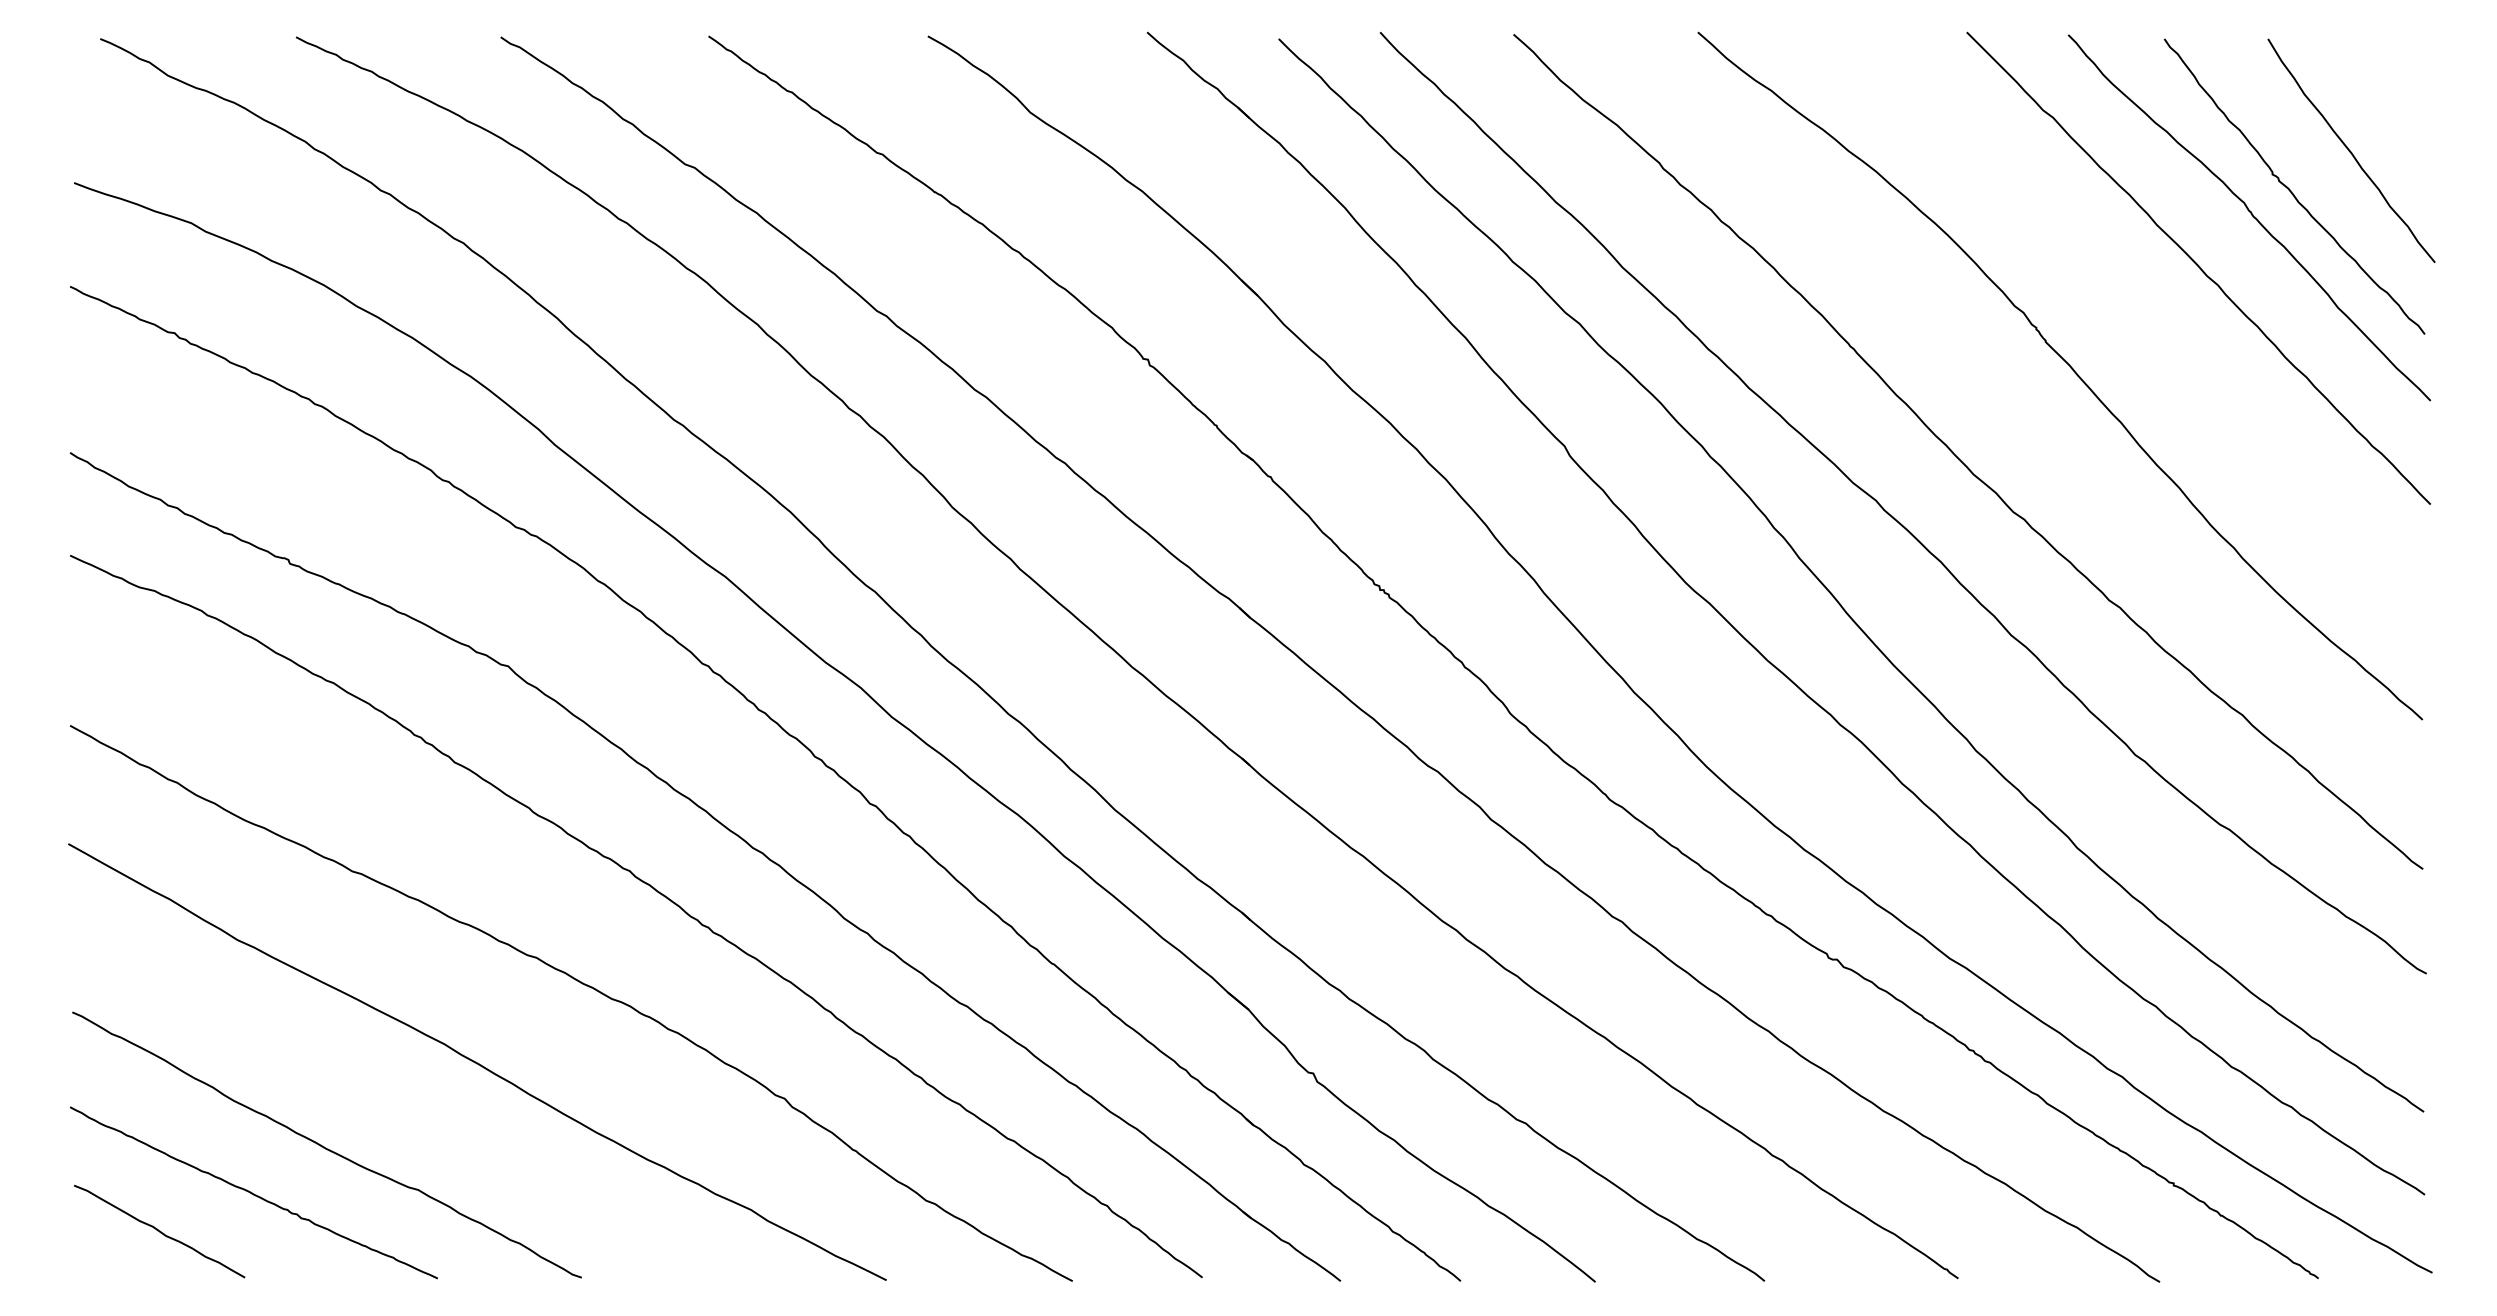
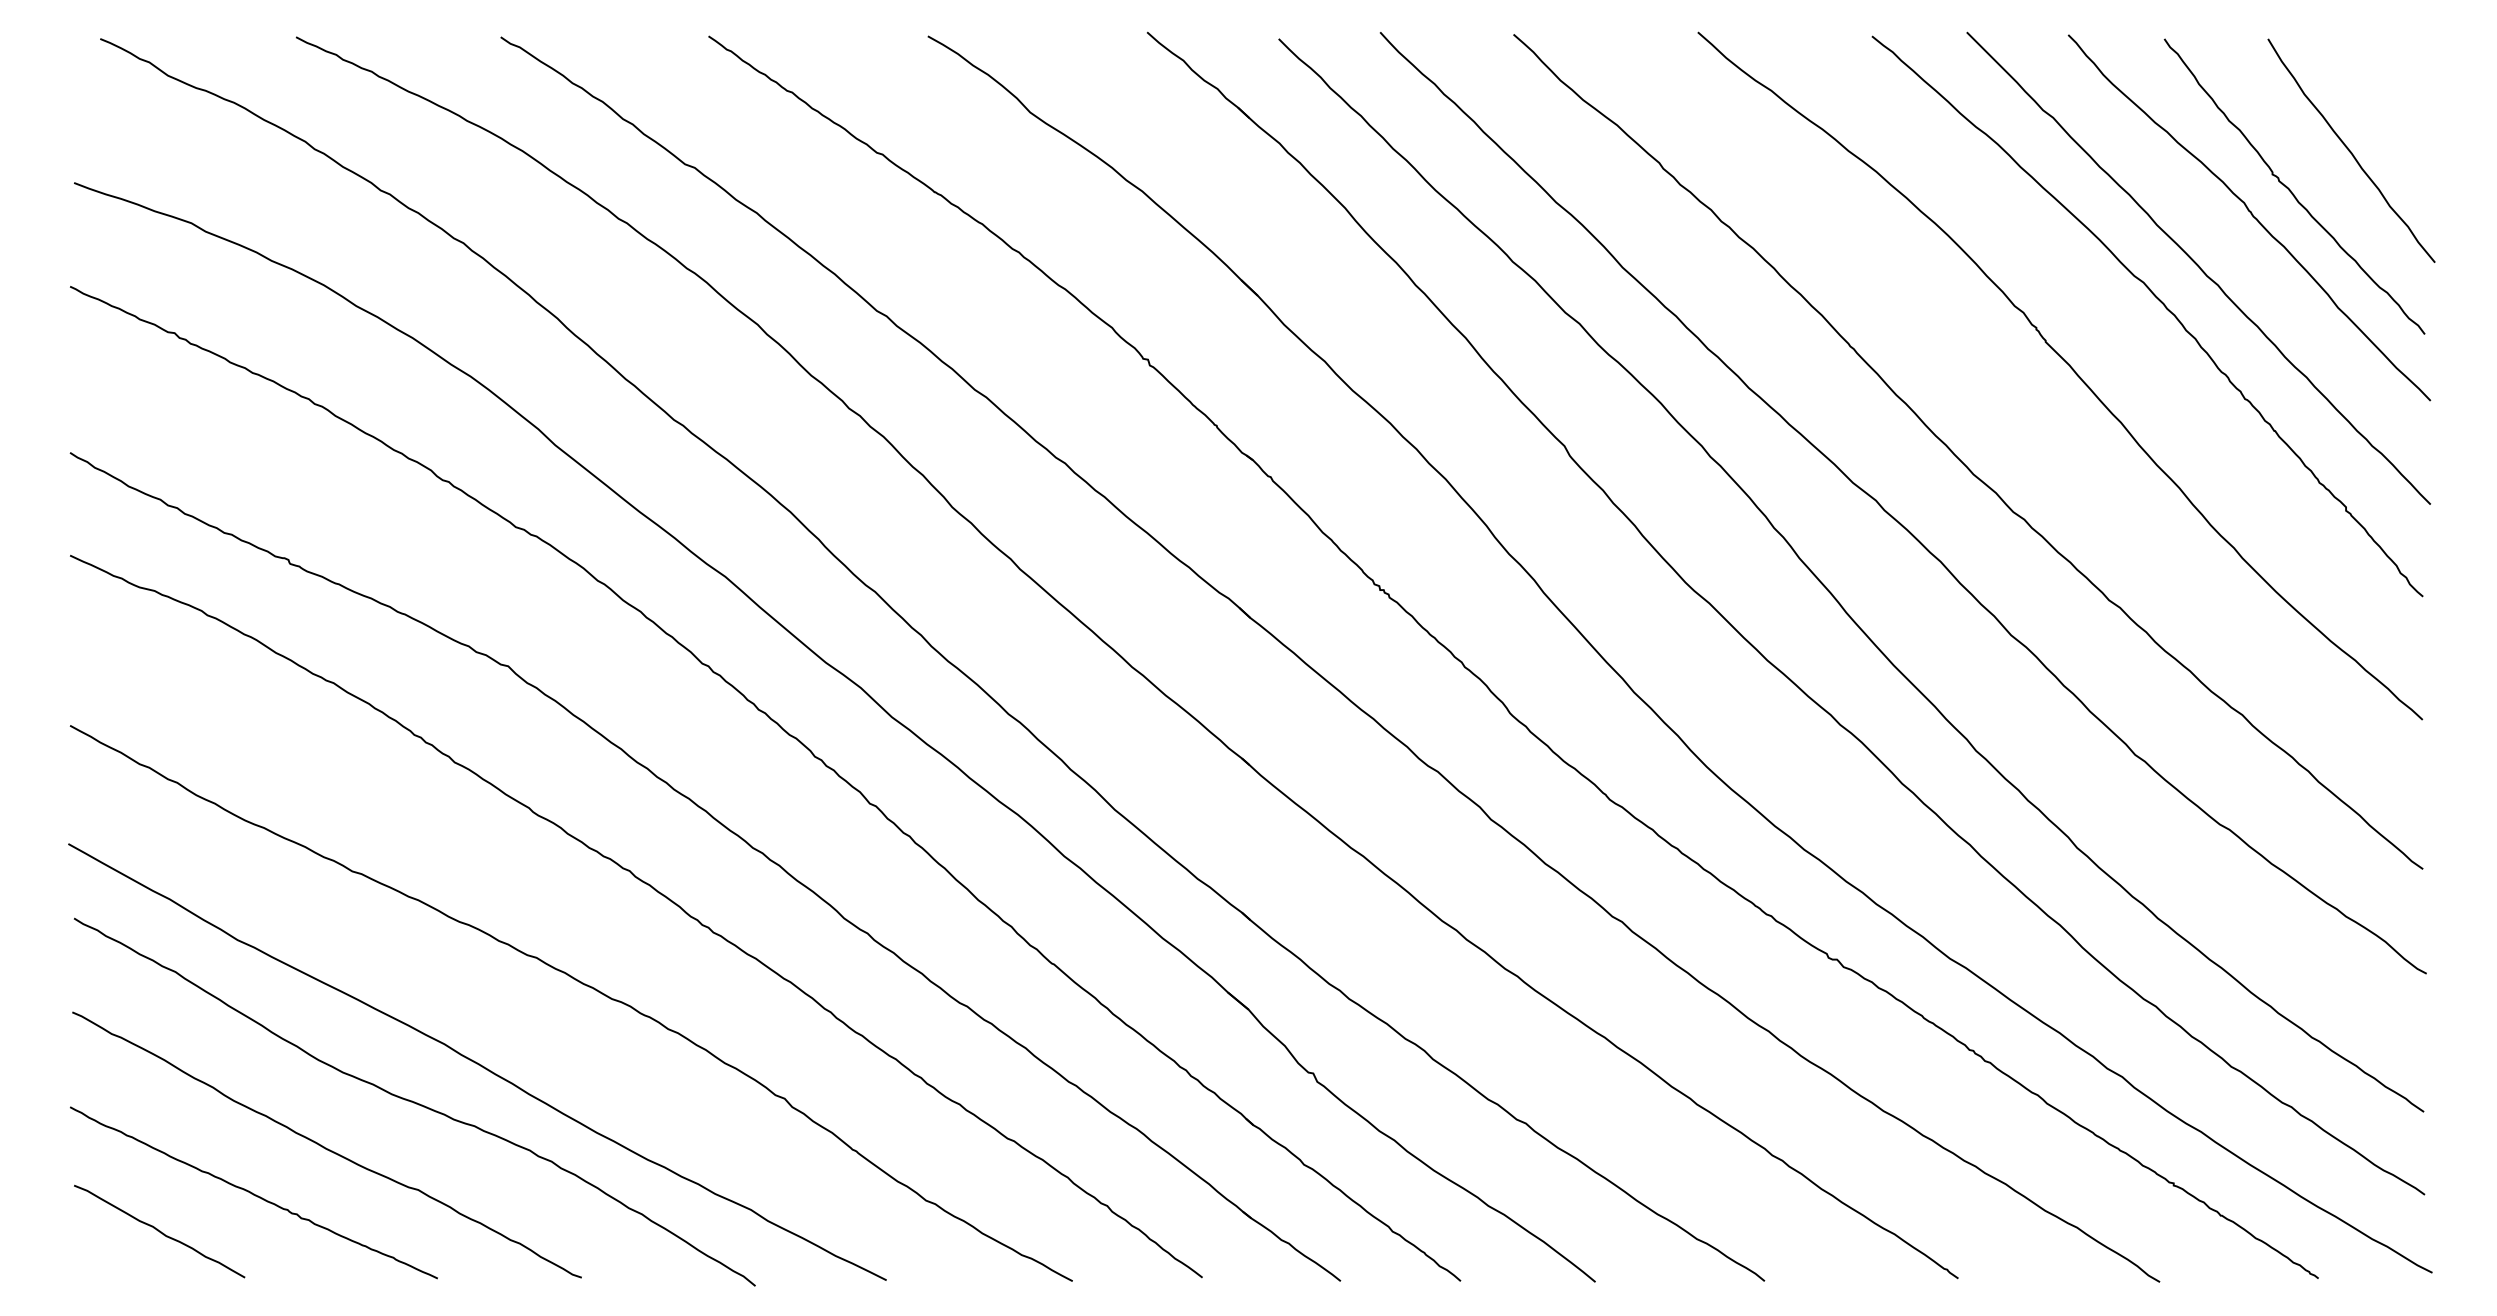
curve at (2160, 302): none -> present
curve at (414, 1101): none -> present
